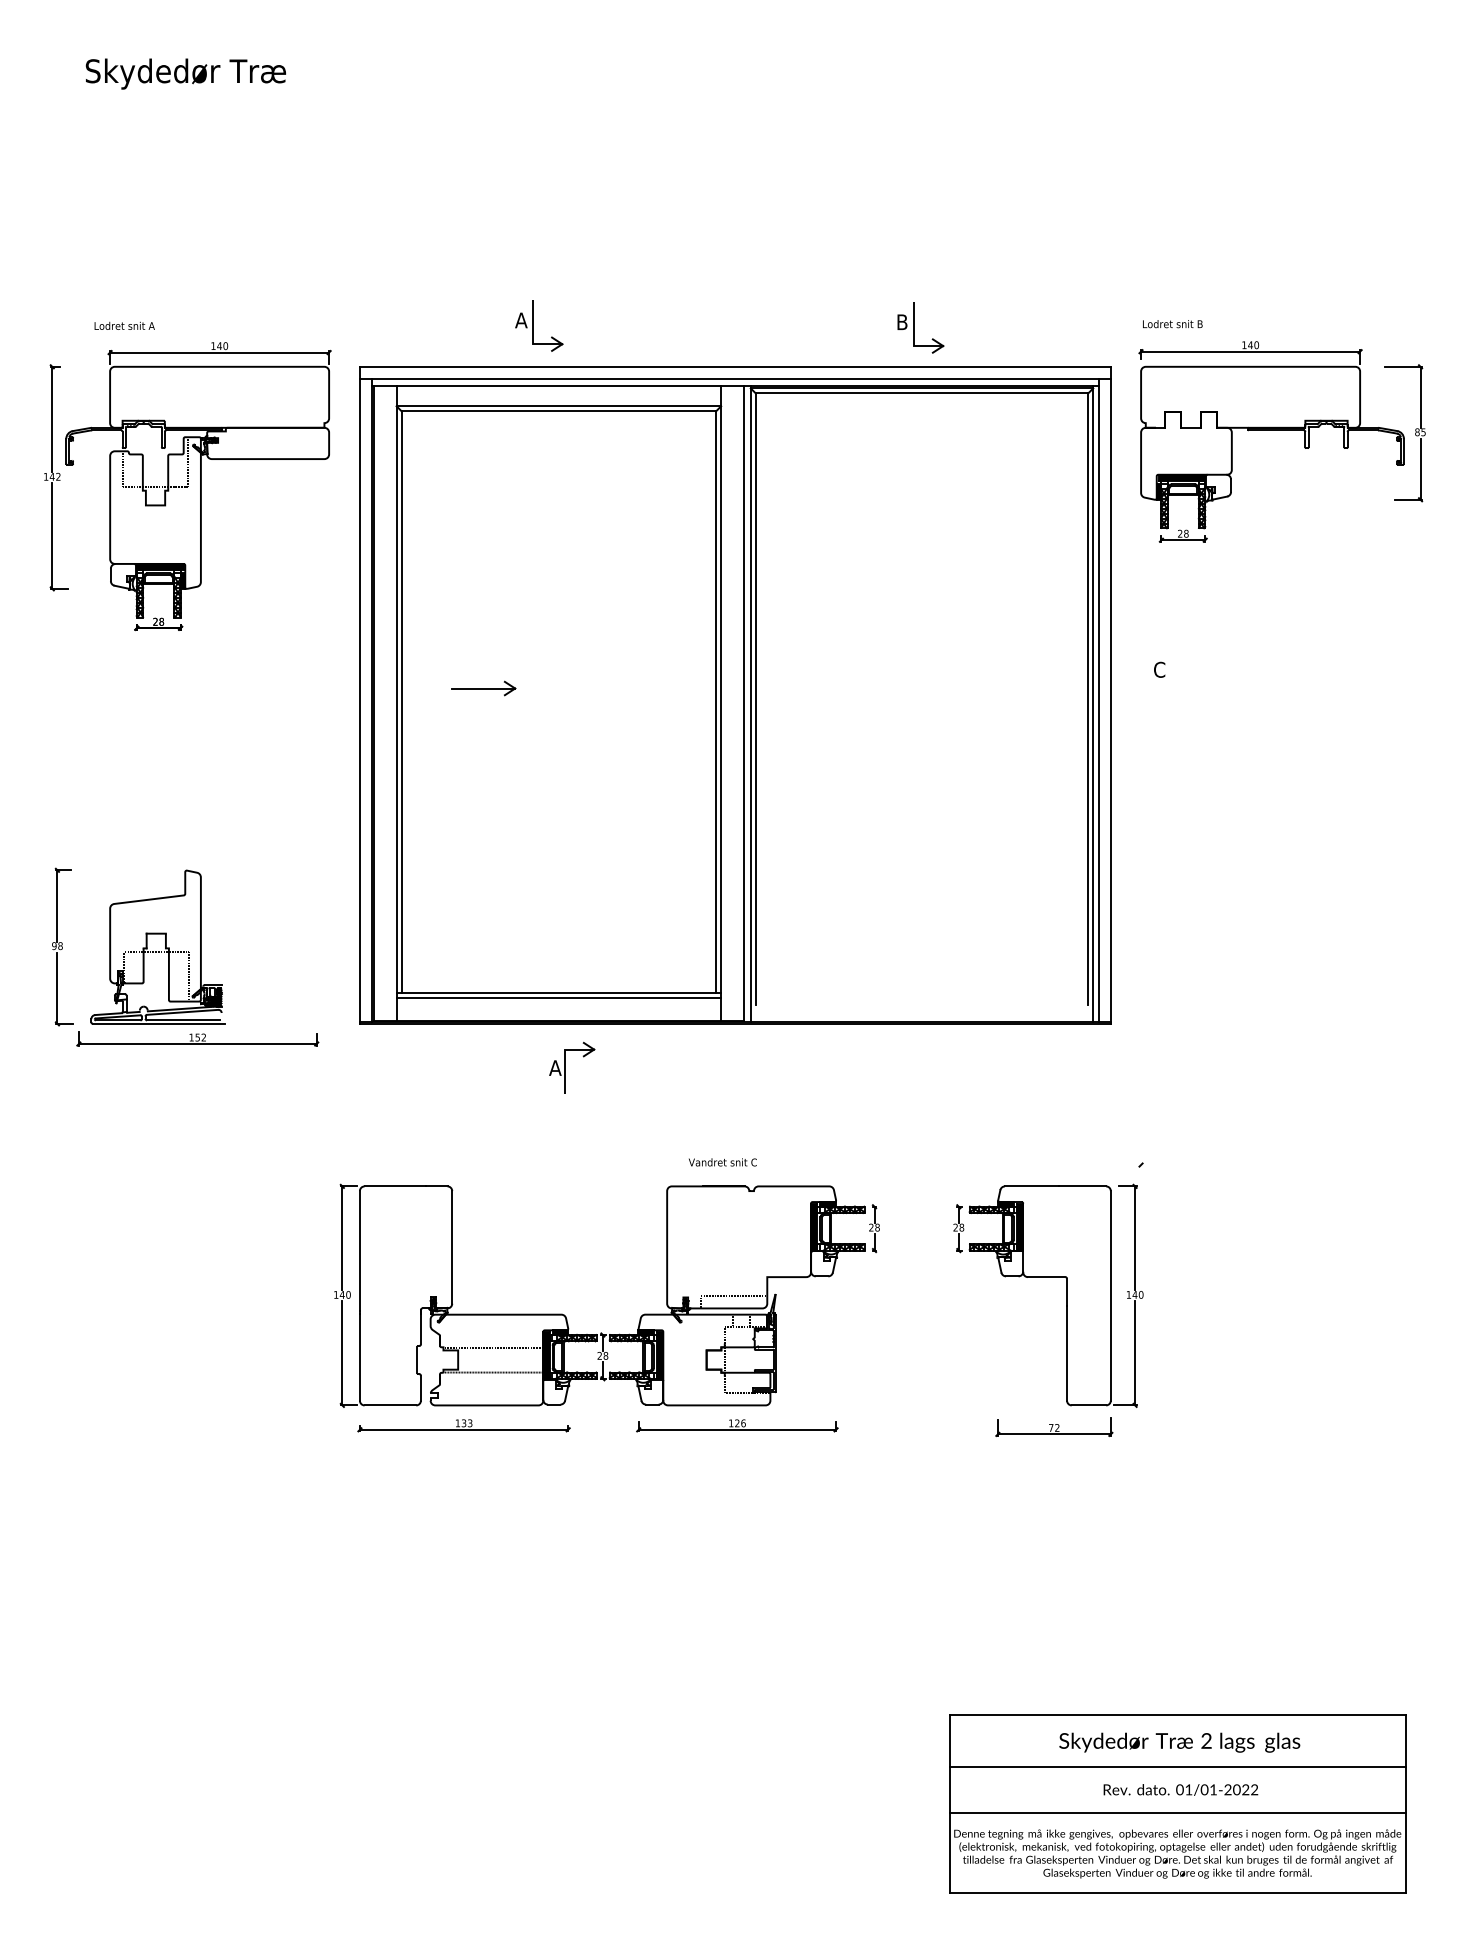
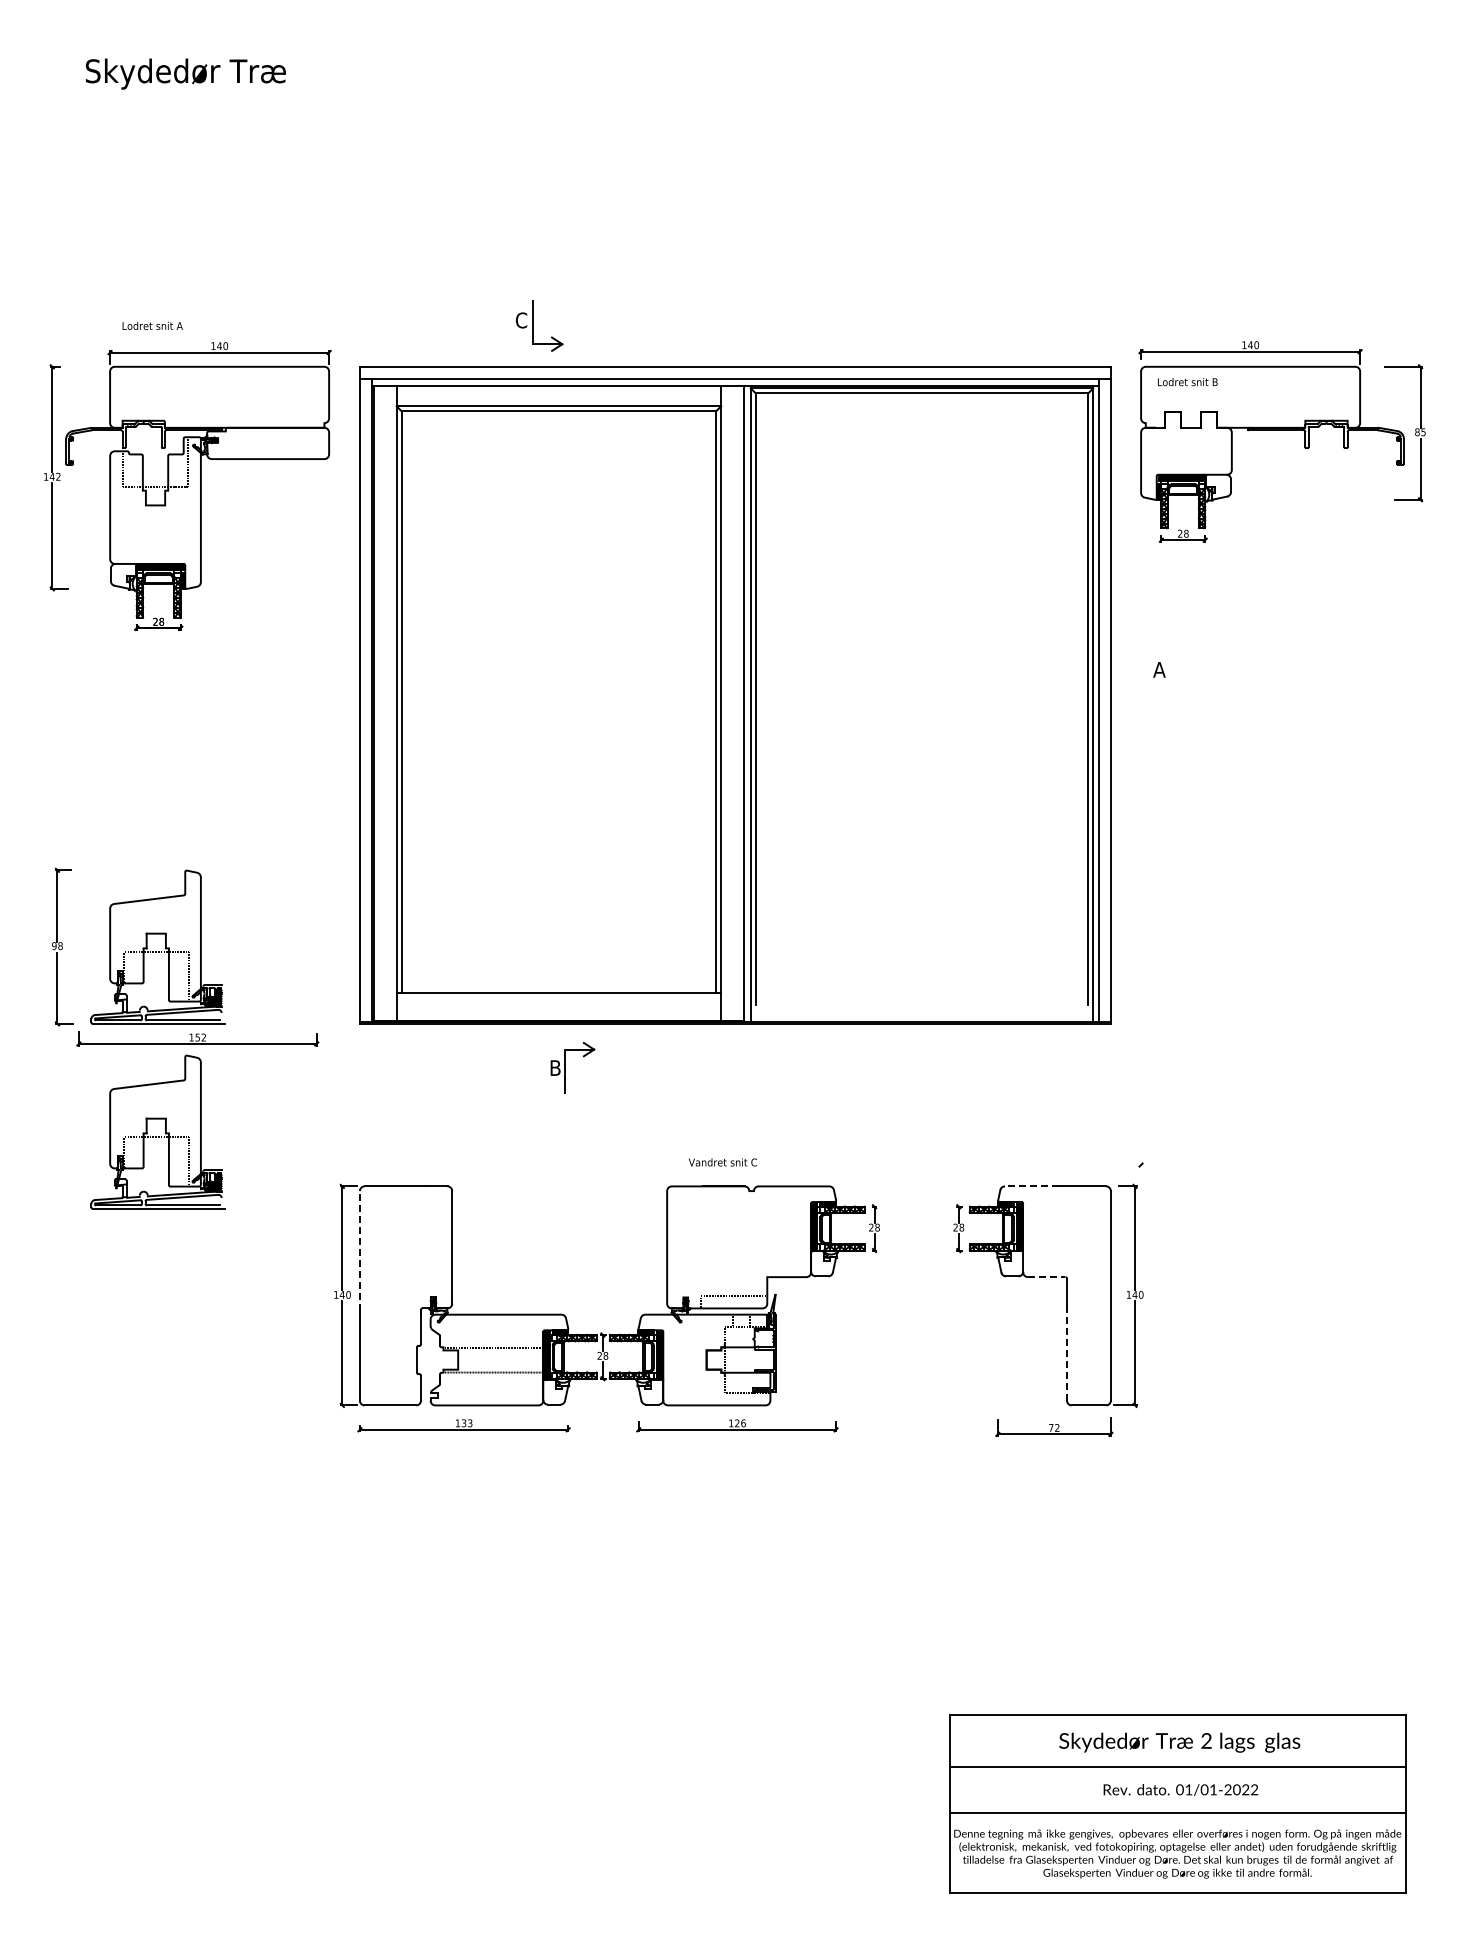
text at (521, 320): A -> C
text at (1172, 324) position: (1172, 324) -> (1187, 382)
text at (124, 325) position: (124, 325) -> (152, 325)
part at (920, 327): present -> none
text at (1159, 669): C -> A
part at (483, 688): present -> none
line at (558, 998): present -> none
text at (555, 1067): A -> B
part at (157, 1131): none -> present
line at (1031, 1186): solid -> dashed
line at (359, 1250): solid -> dashed
line at (1046, 1277): solid -> dashed
line at (1067, 1353): solid -> dashed
